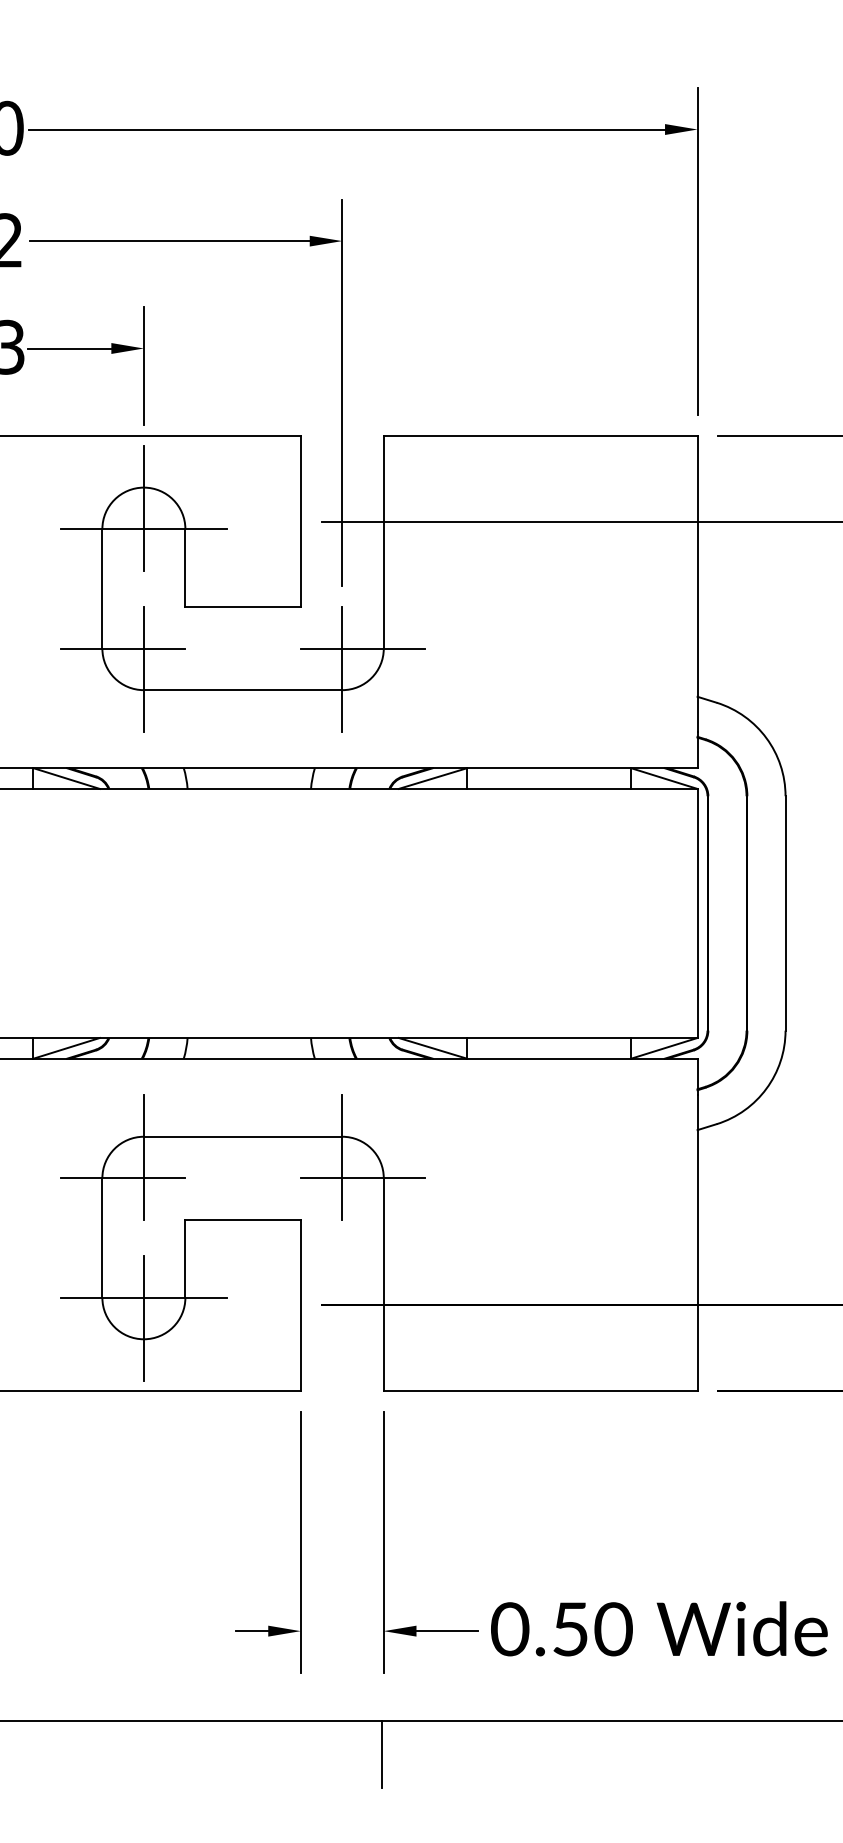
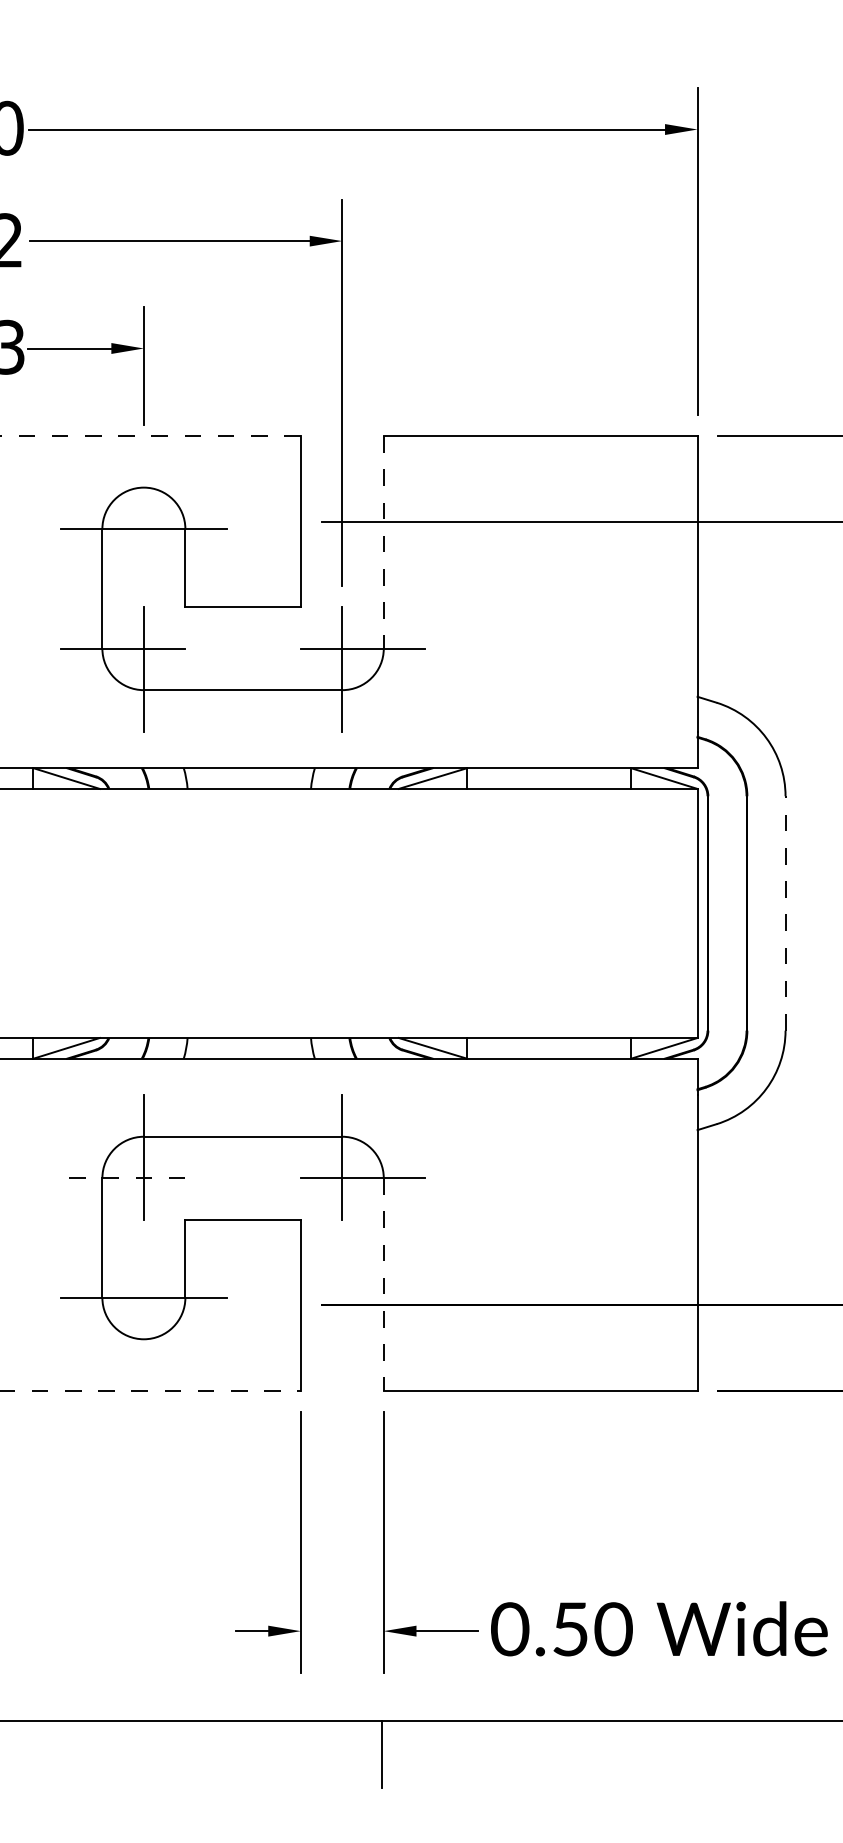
line at (150, 436): solid -> dashed
line at (143, 508): present -> none
line at (383, 542): solid -> dashed
line at (785, 912): solid -> dashed
line at (122, 1178): solid -> dashed
line at (383, 1285): solid -> dashed
line at (143, 1318): present -> none
line at (150, 1390): solid -> dashed
